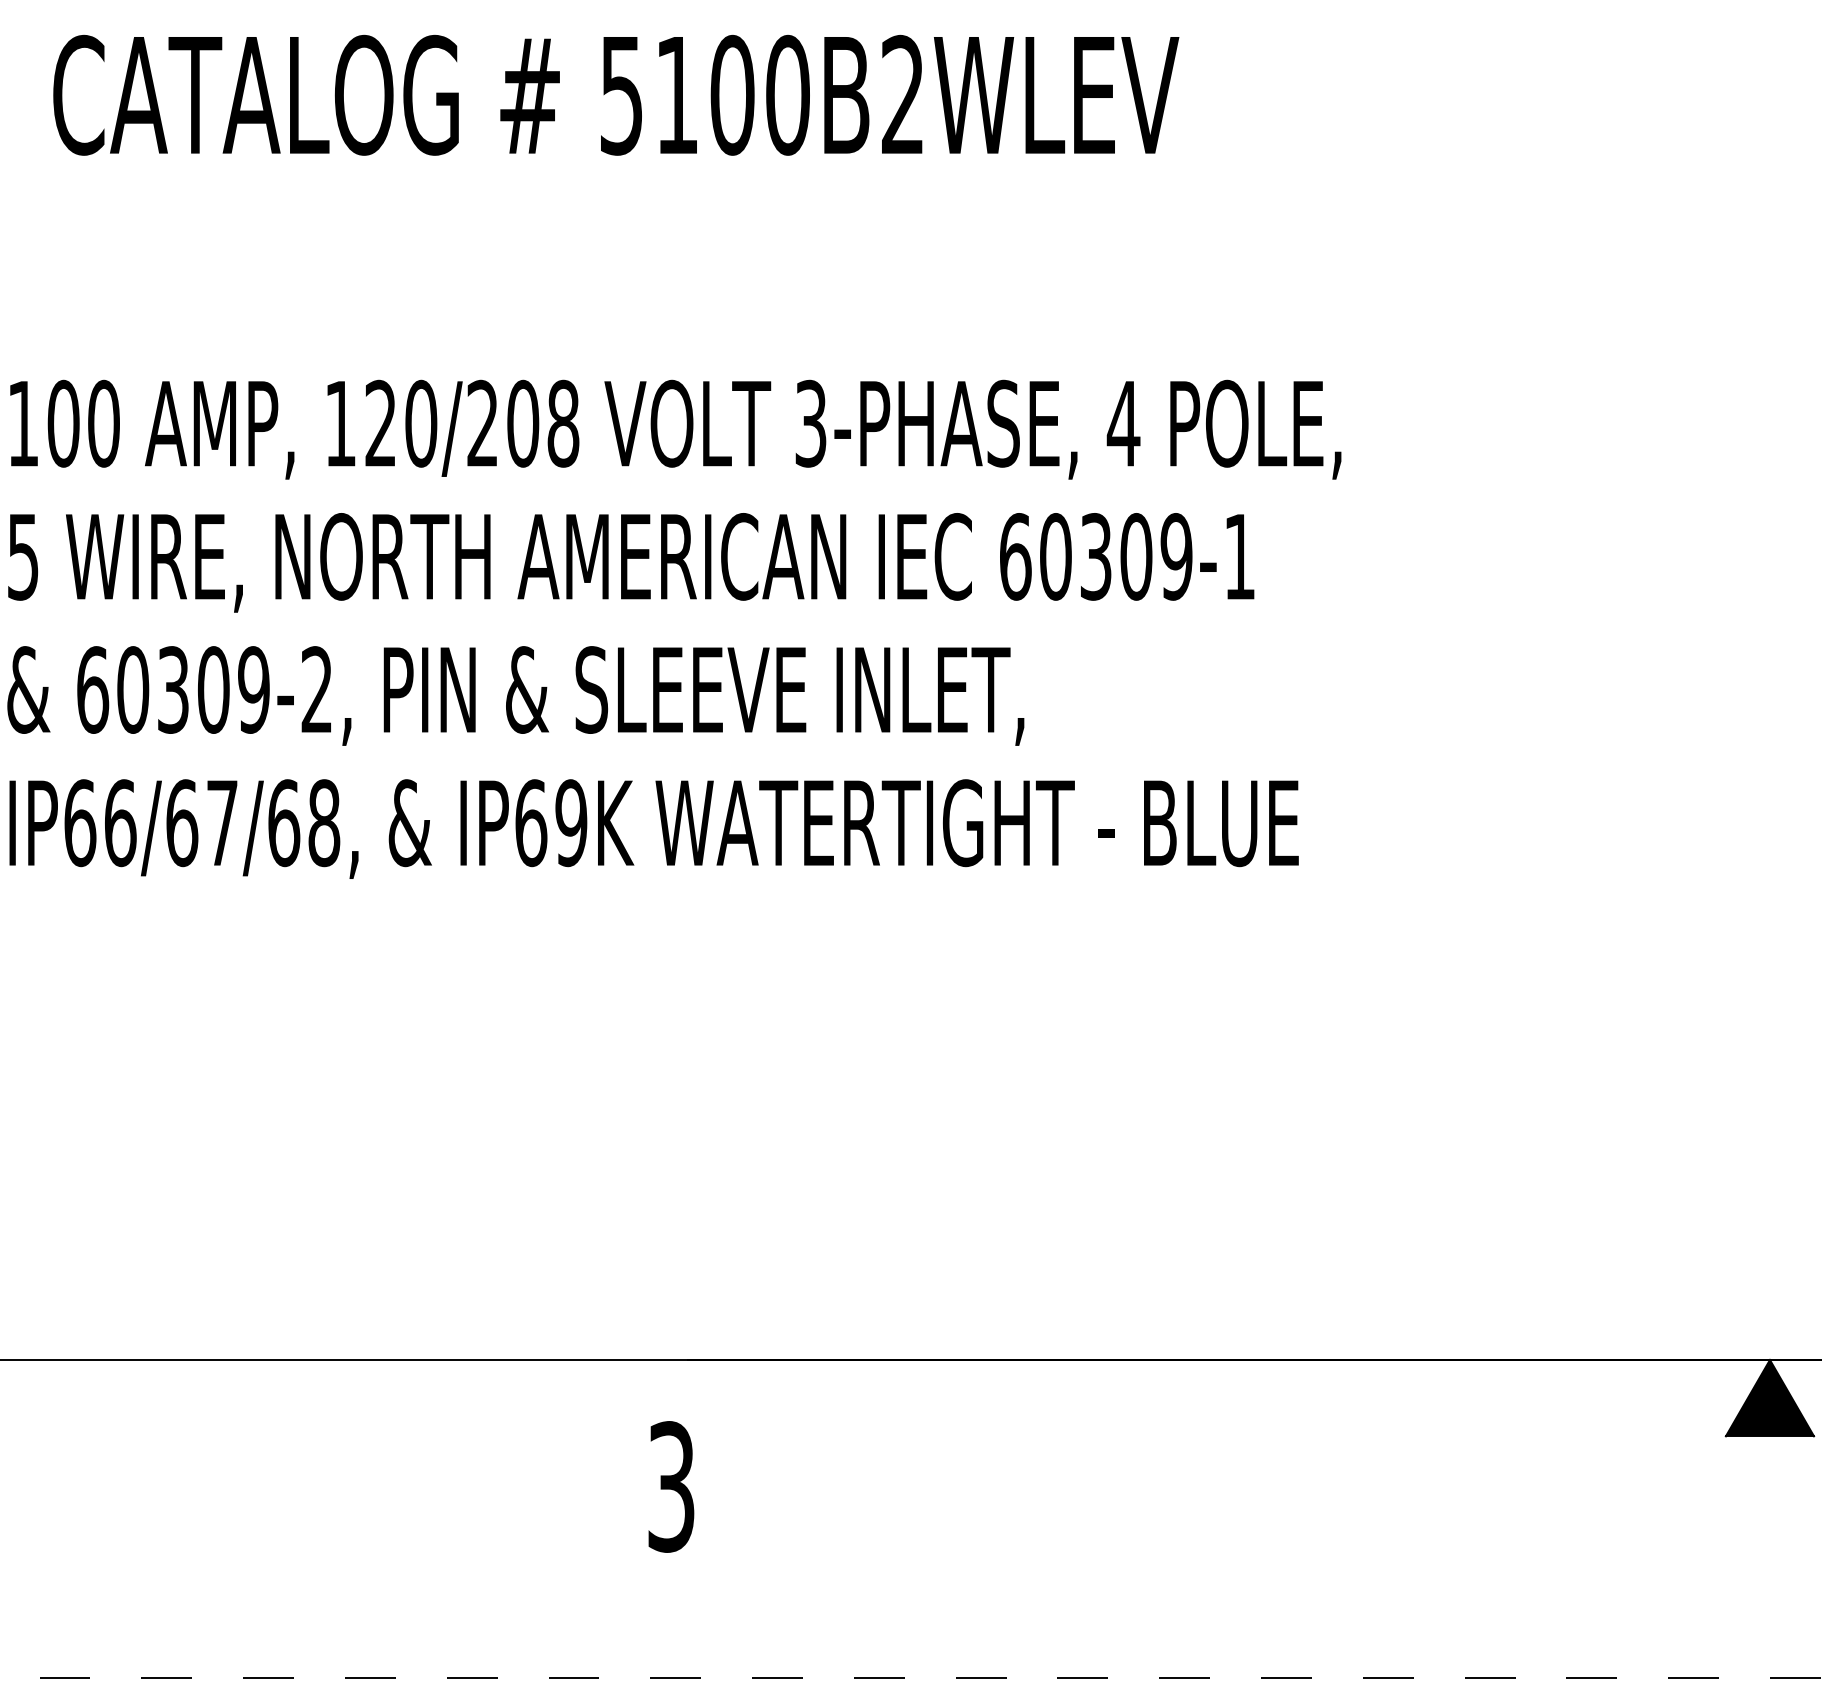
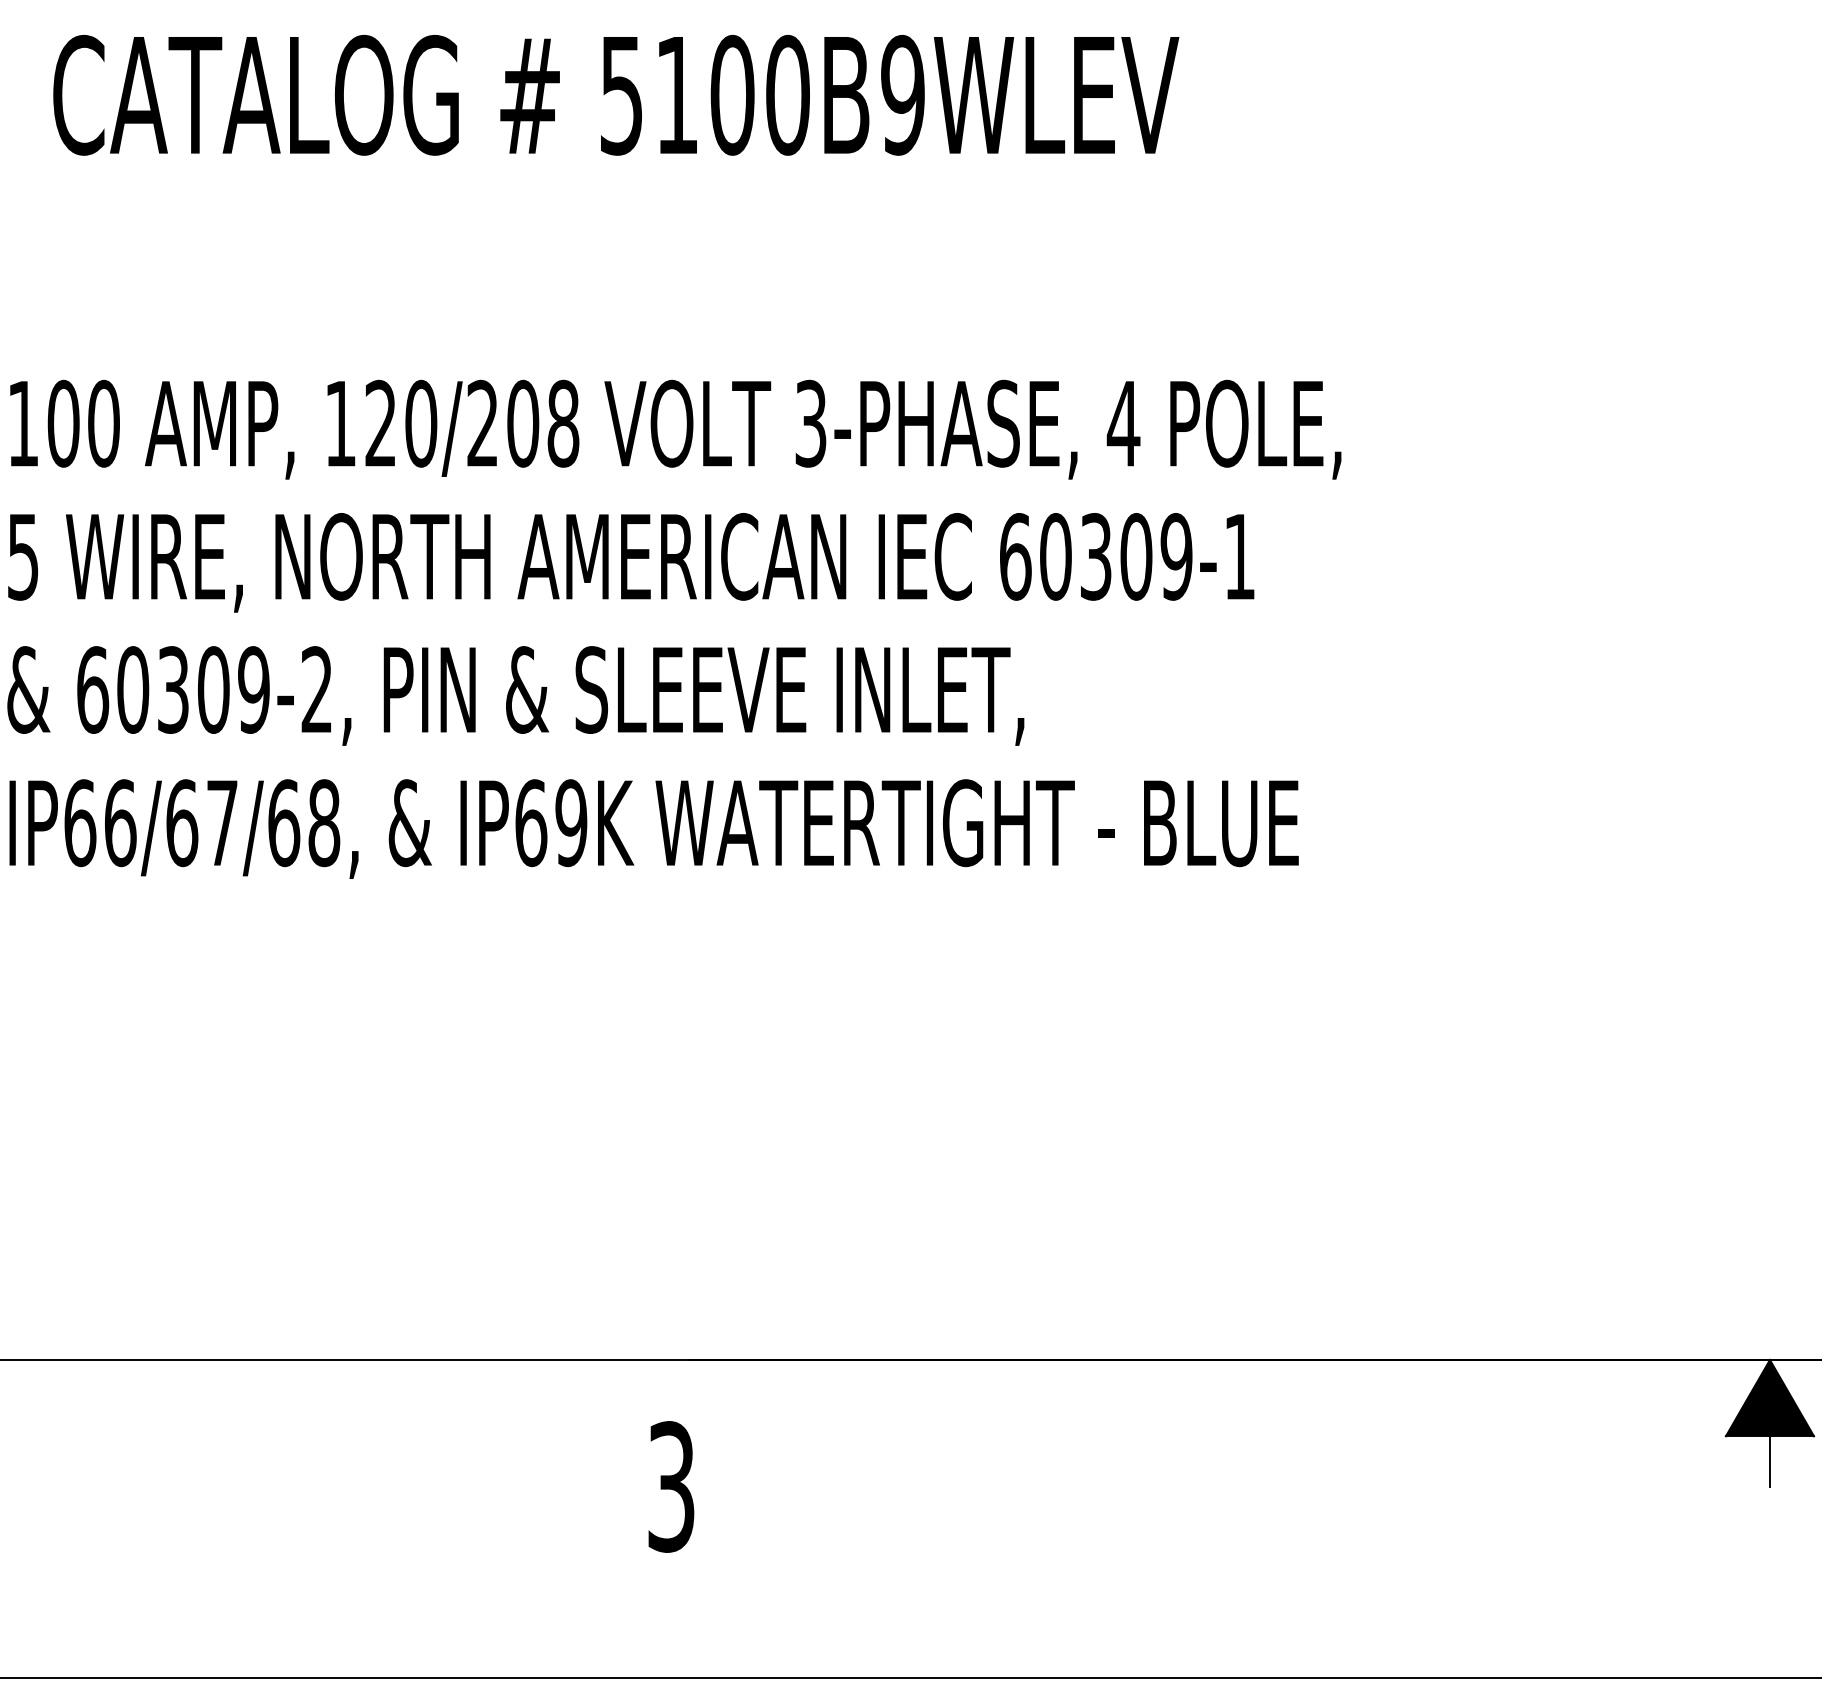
text at (902, 94): 5100B2WLEV -> 5100B9WLEV
line at (1769, 1461): none -> present
line at (911, 1678): dashed -> solid
